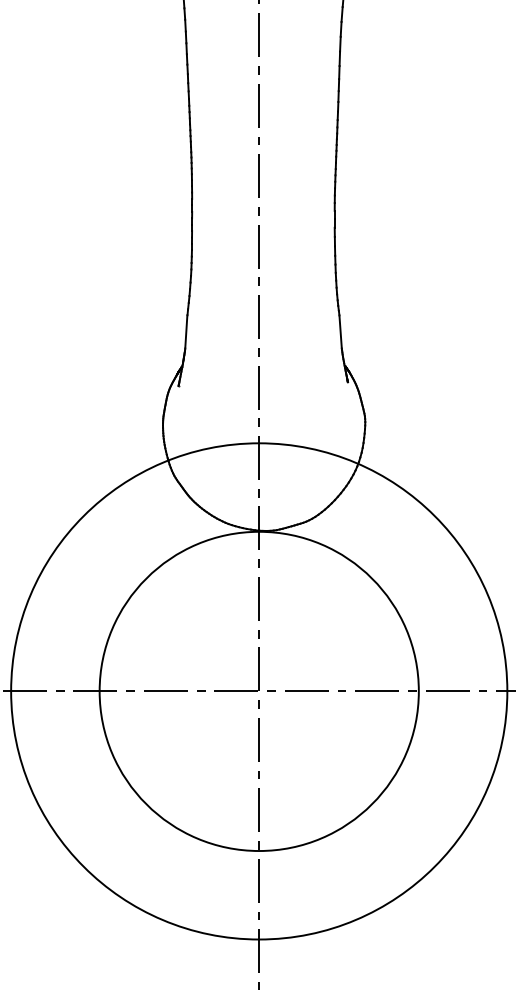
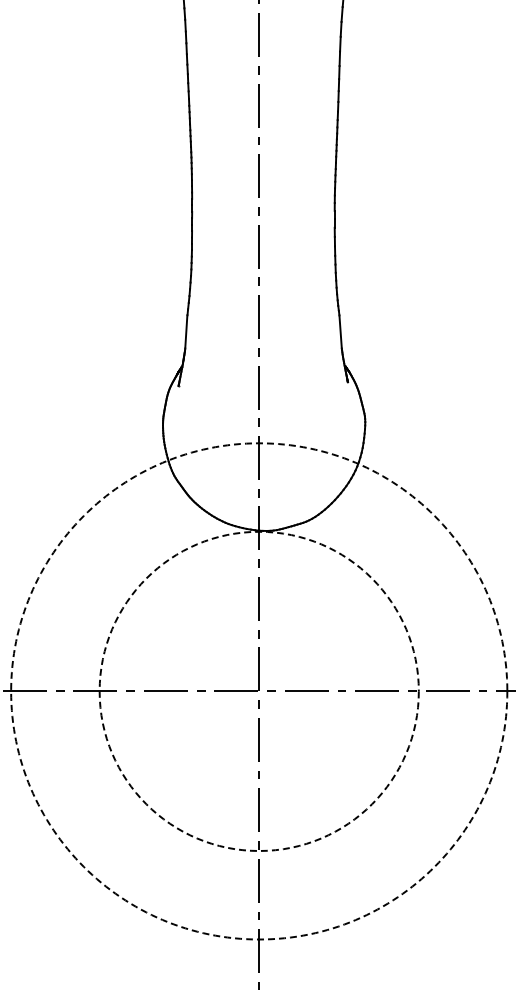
circle at (258, 691): solid -> dashed
circle at (259, 691): solid -> dashed
